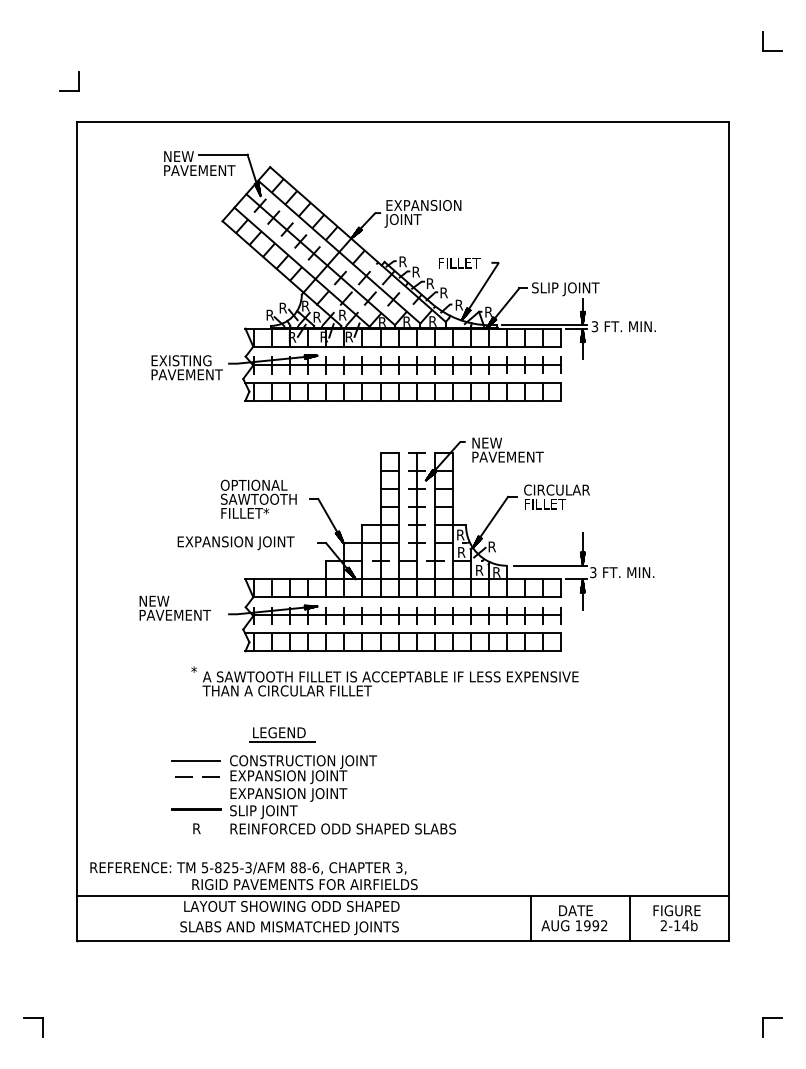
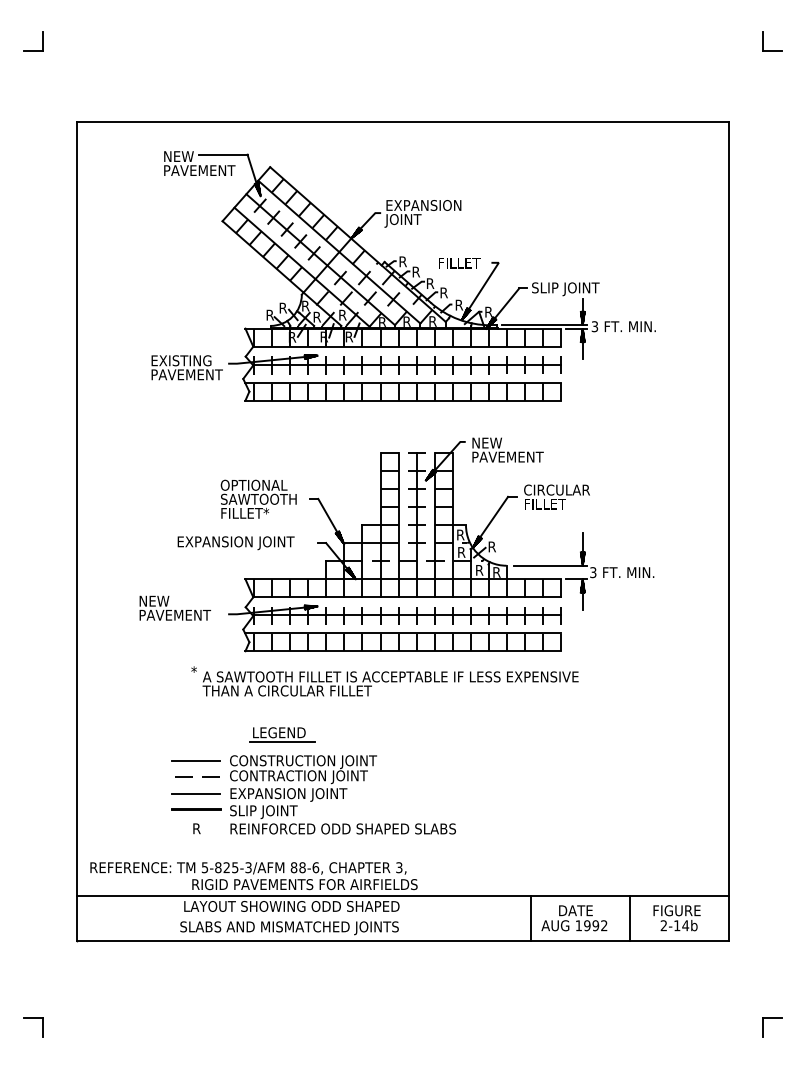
part at (78, 81) position: (78, 81) -> (42, 41)
text at (298, 777): EXPANSION JOINT -> CONTRACTION JOINT
line at (196, 793): none -> present
